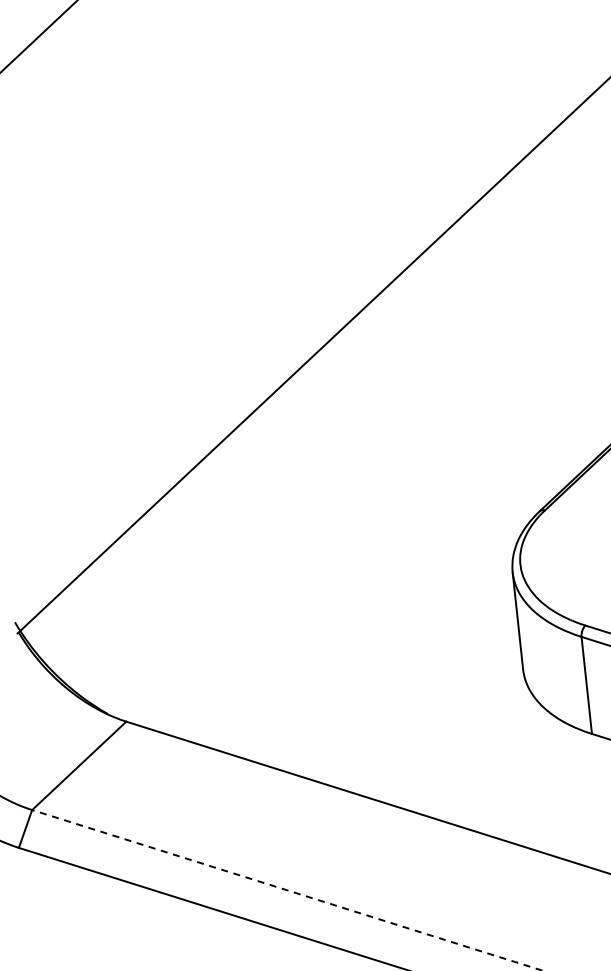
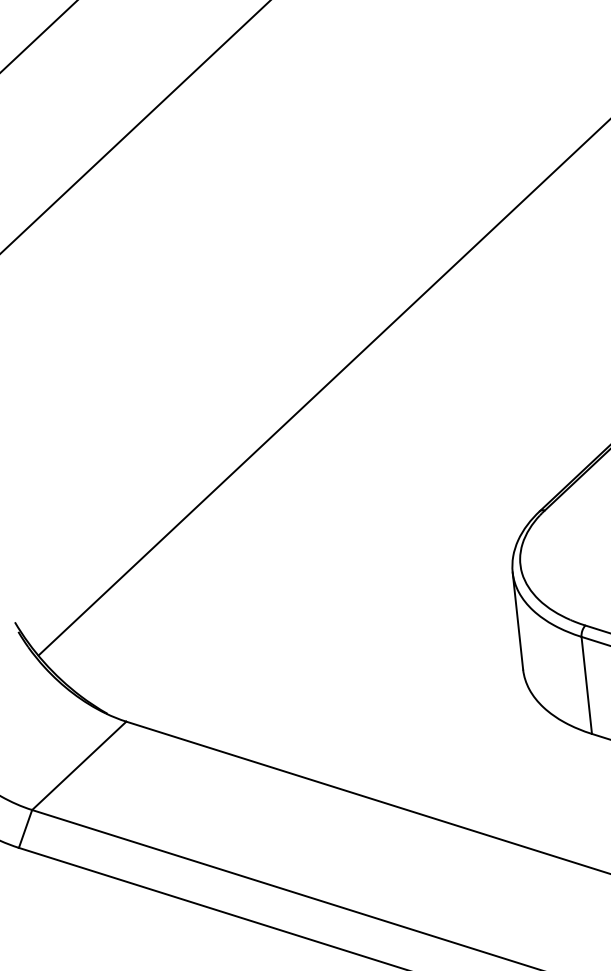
line at (135, 126): none -> present
line at (312, 356) position: (312, 356) -> (322, 388)
line at (287, 890): dashed -> solid
